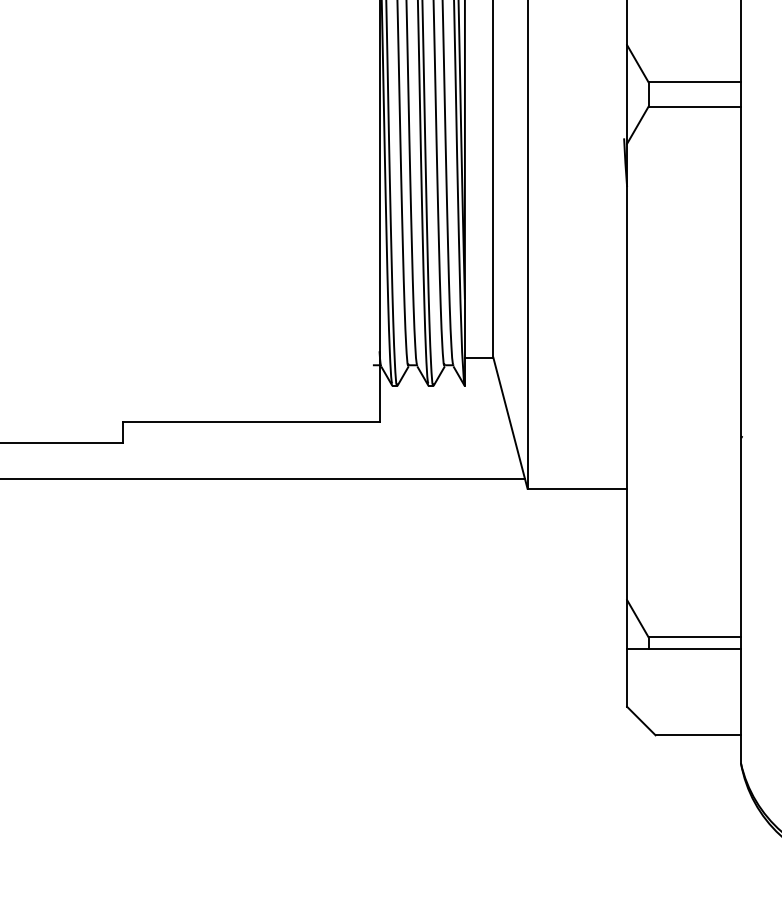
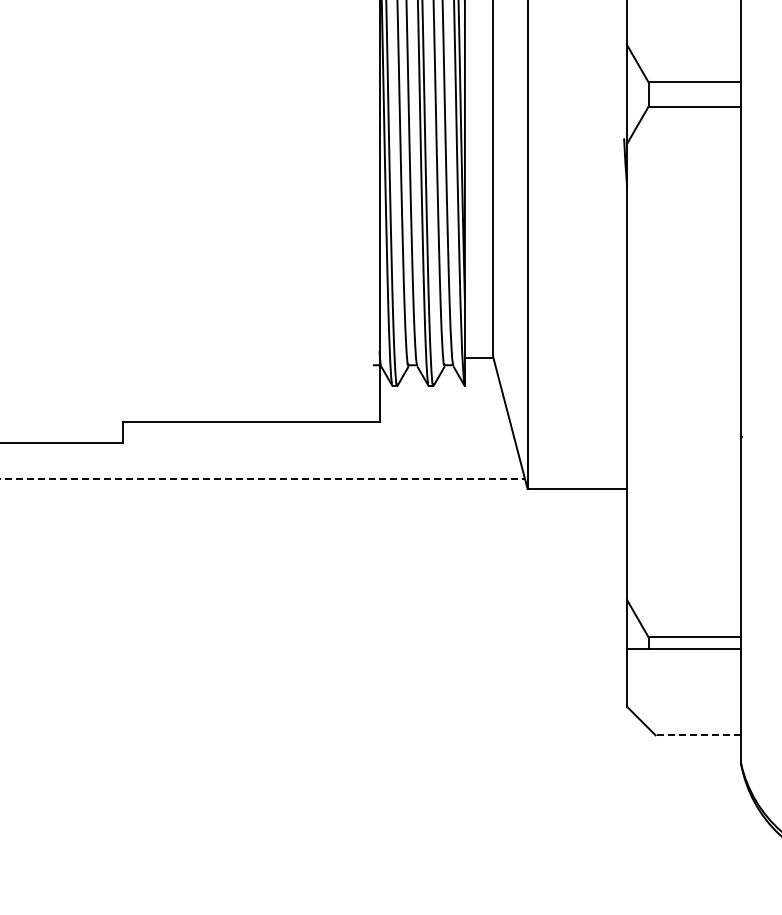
line at (263, 478): solid -> dashed
line at (698, 735): solid -> dashed
